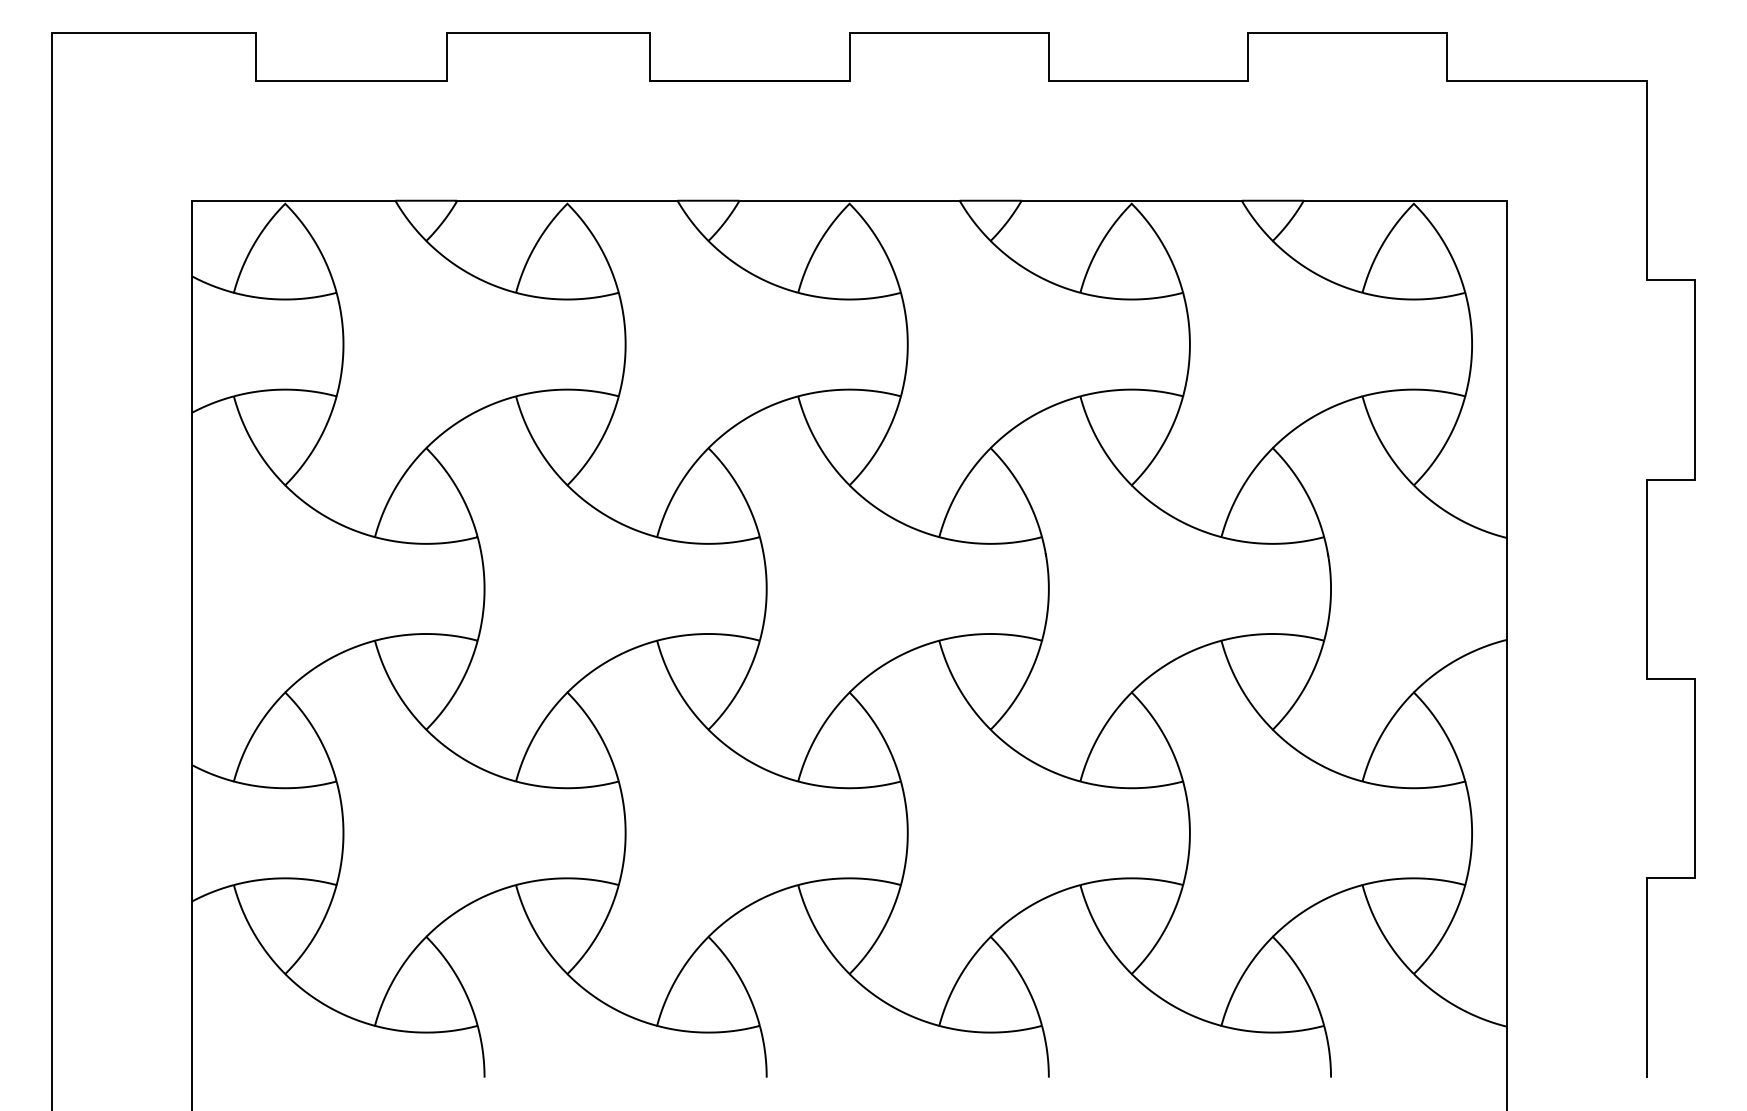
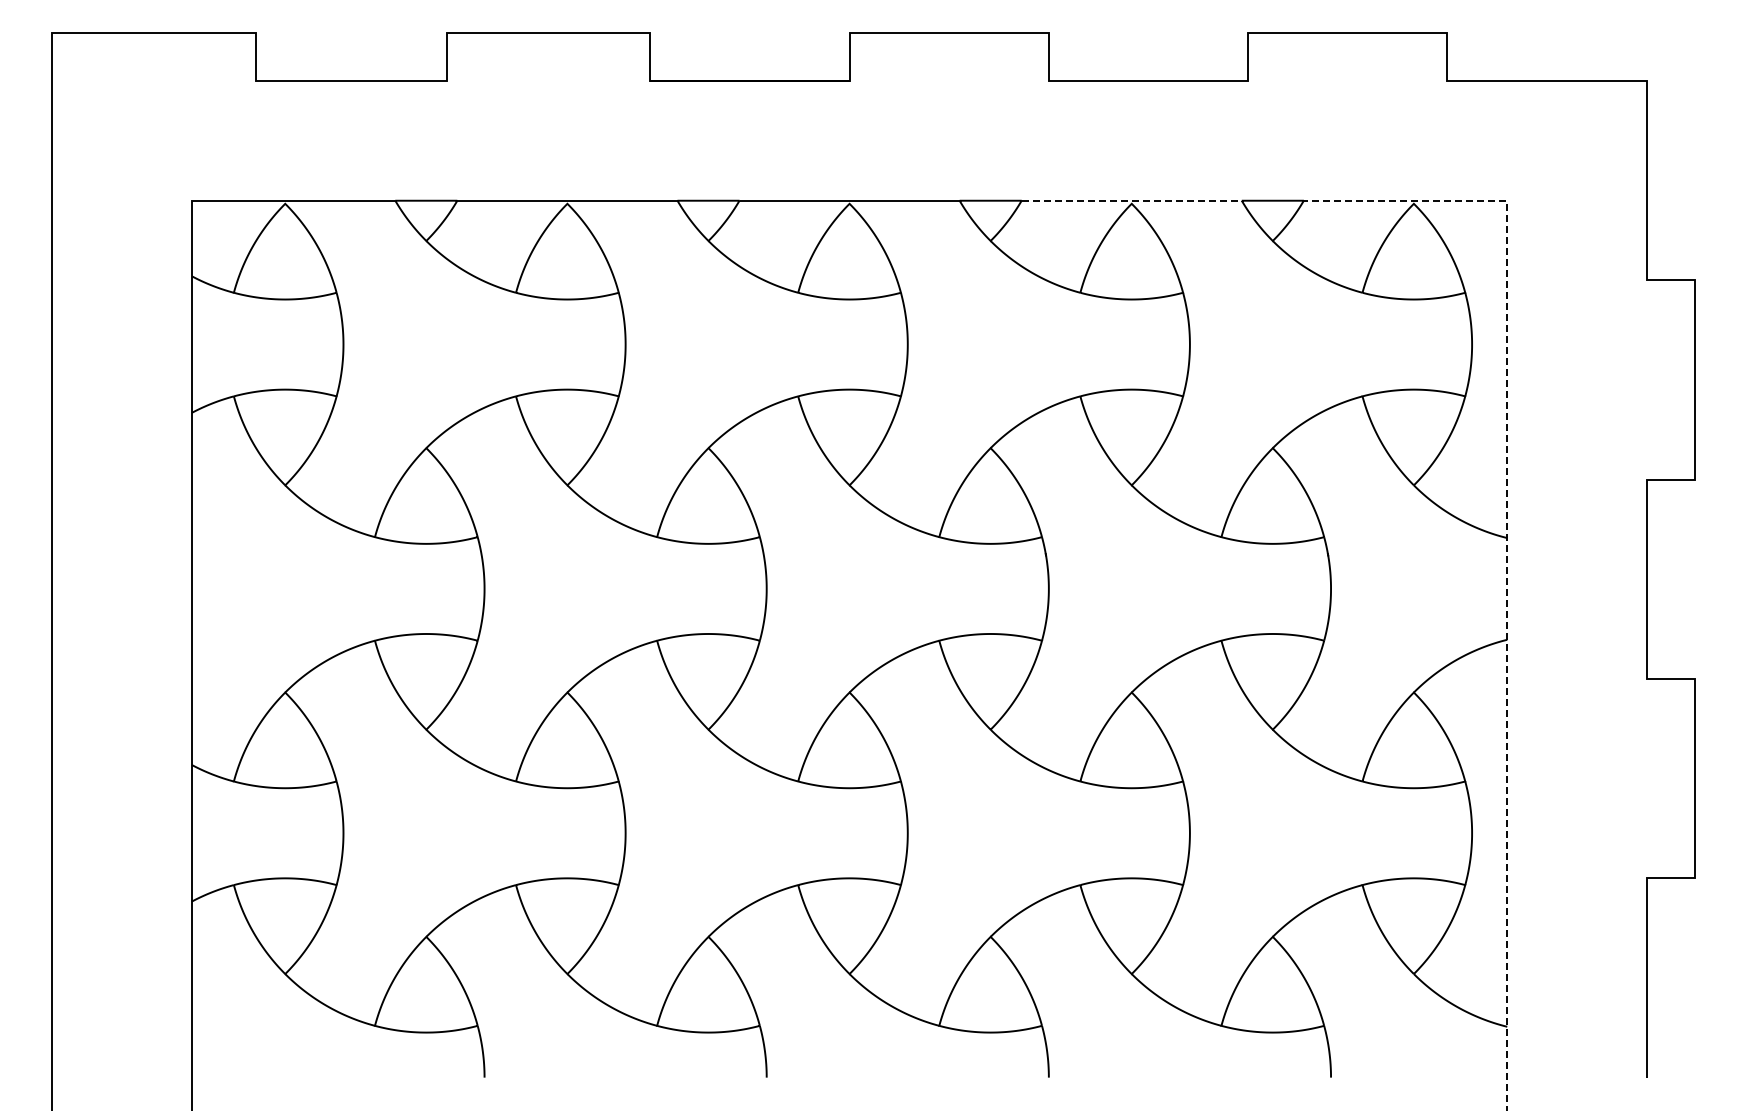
line at (1132, 200): solid -> dashed
line at (1507, 552): solid -> dashed
